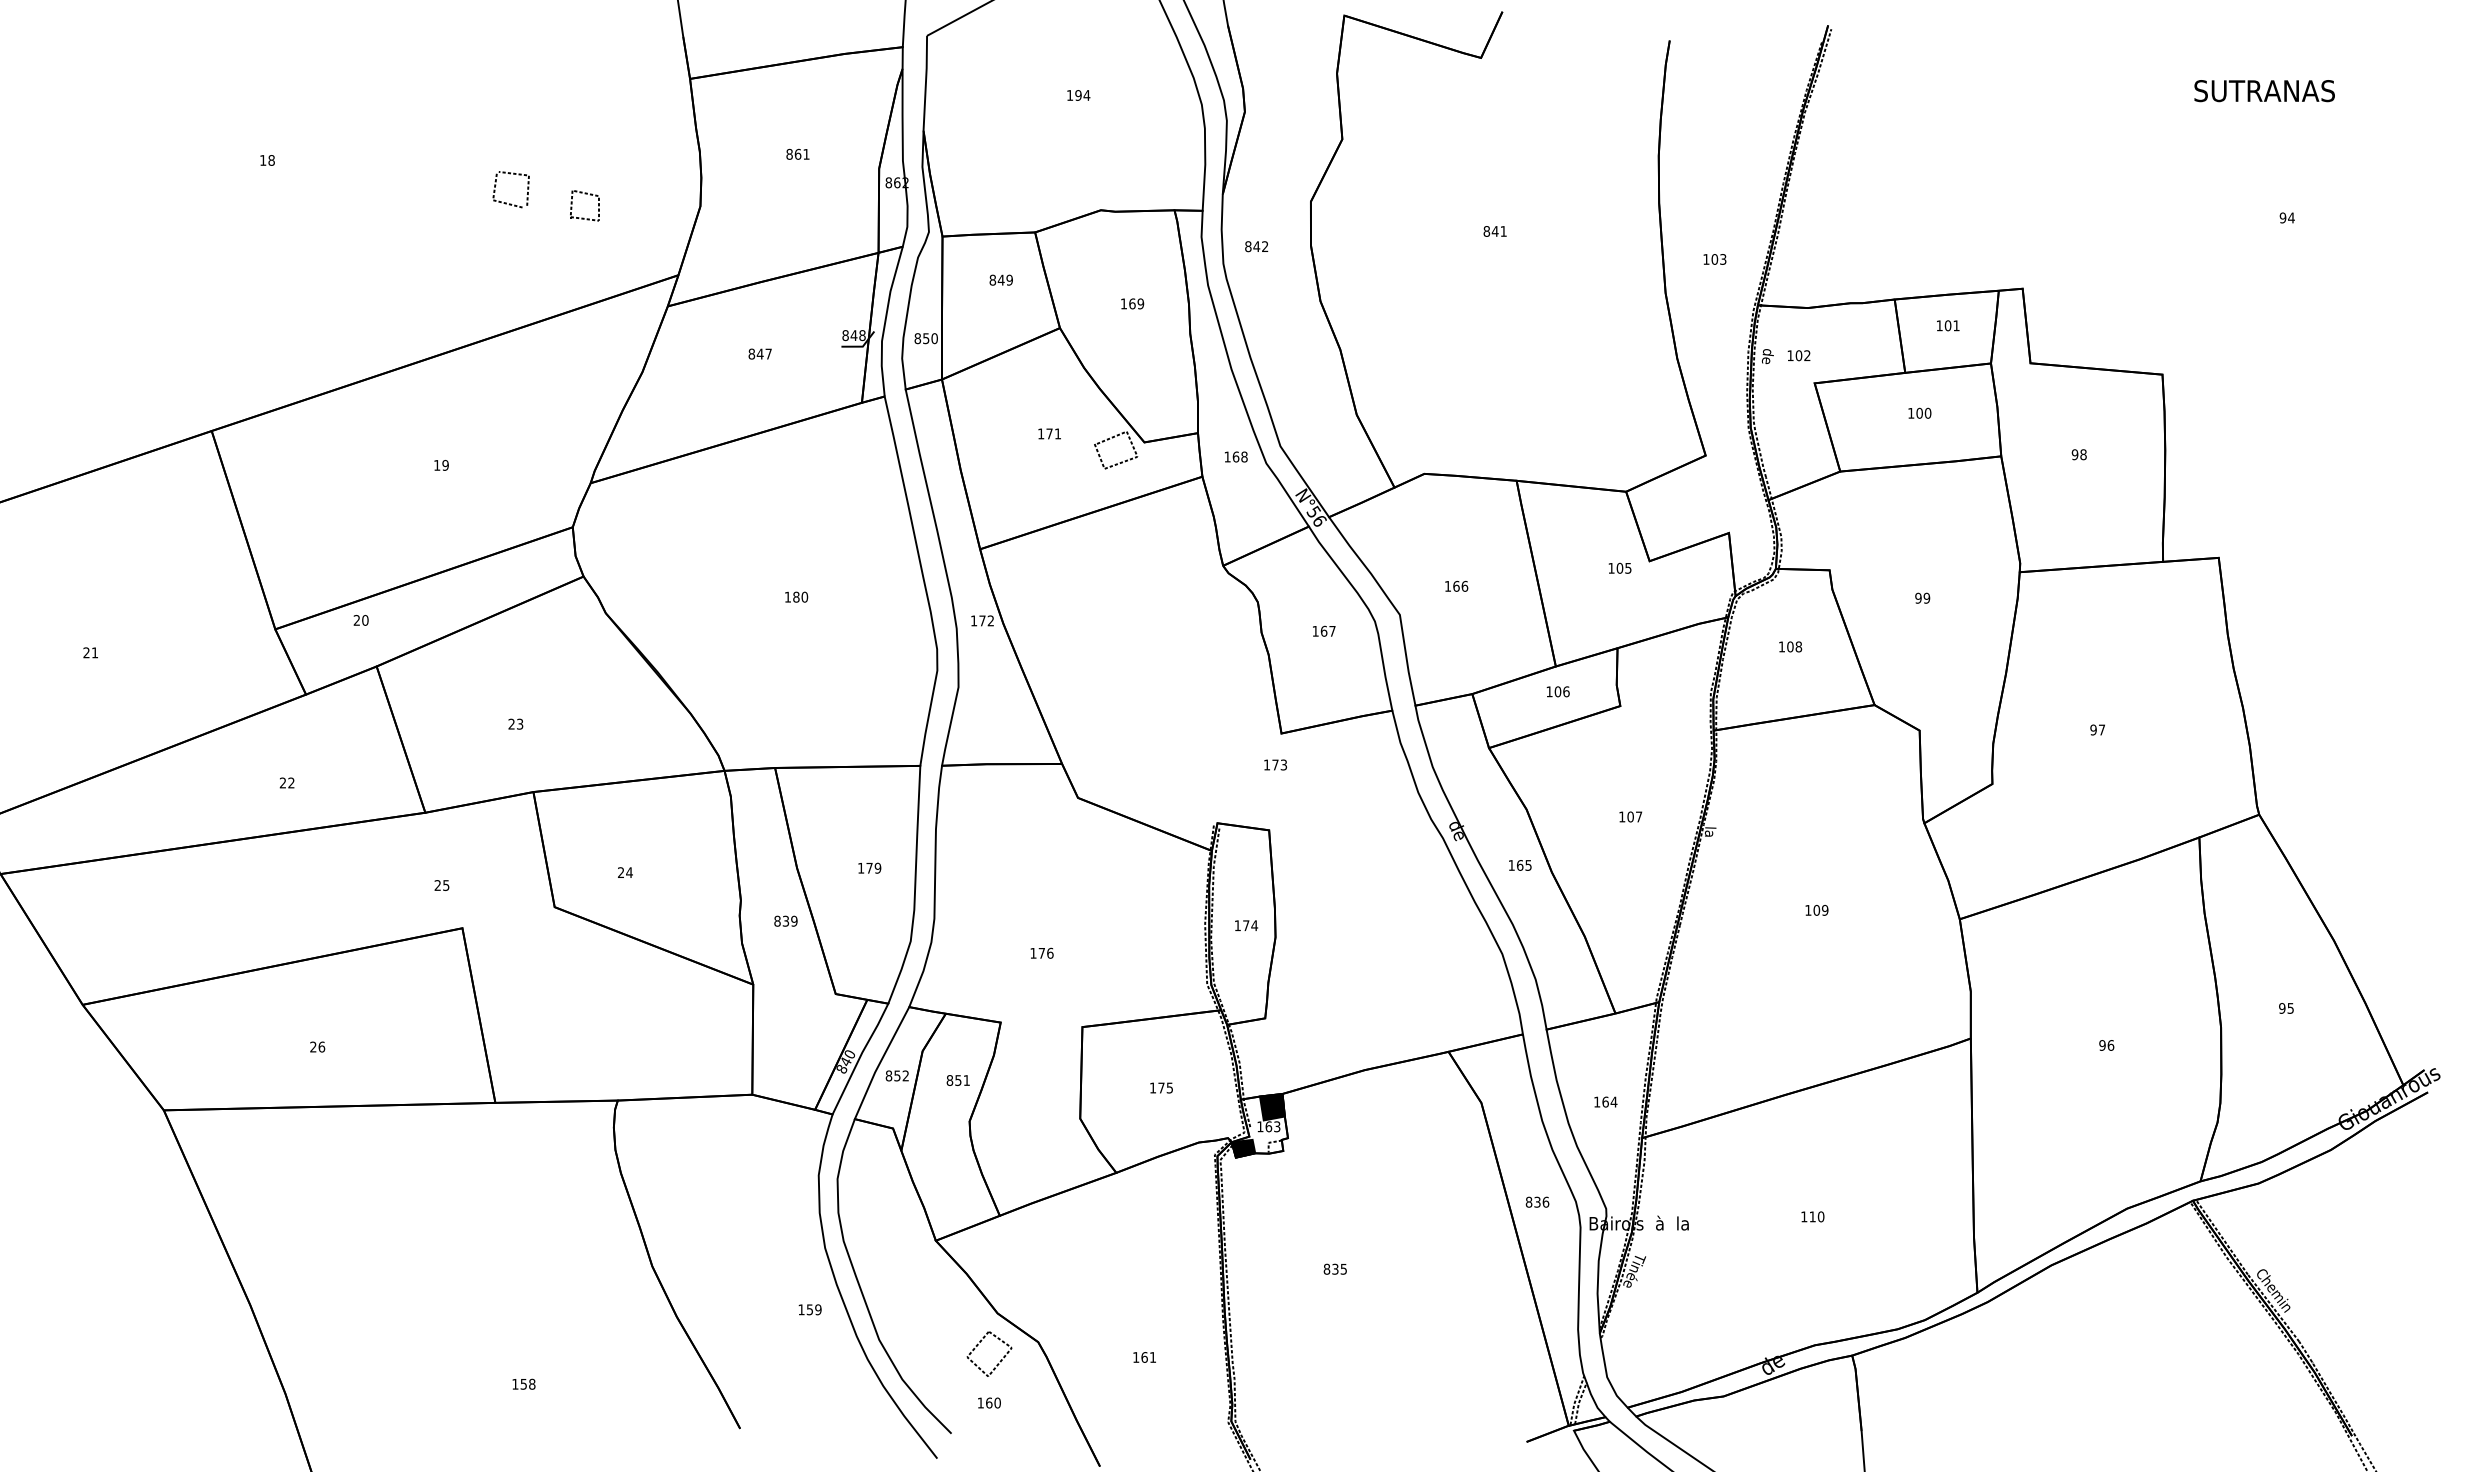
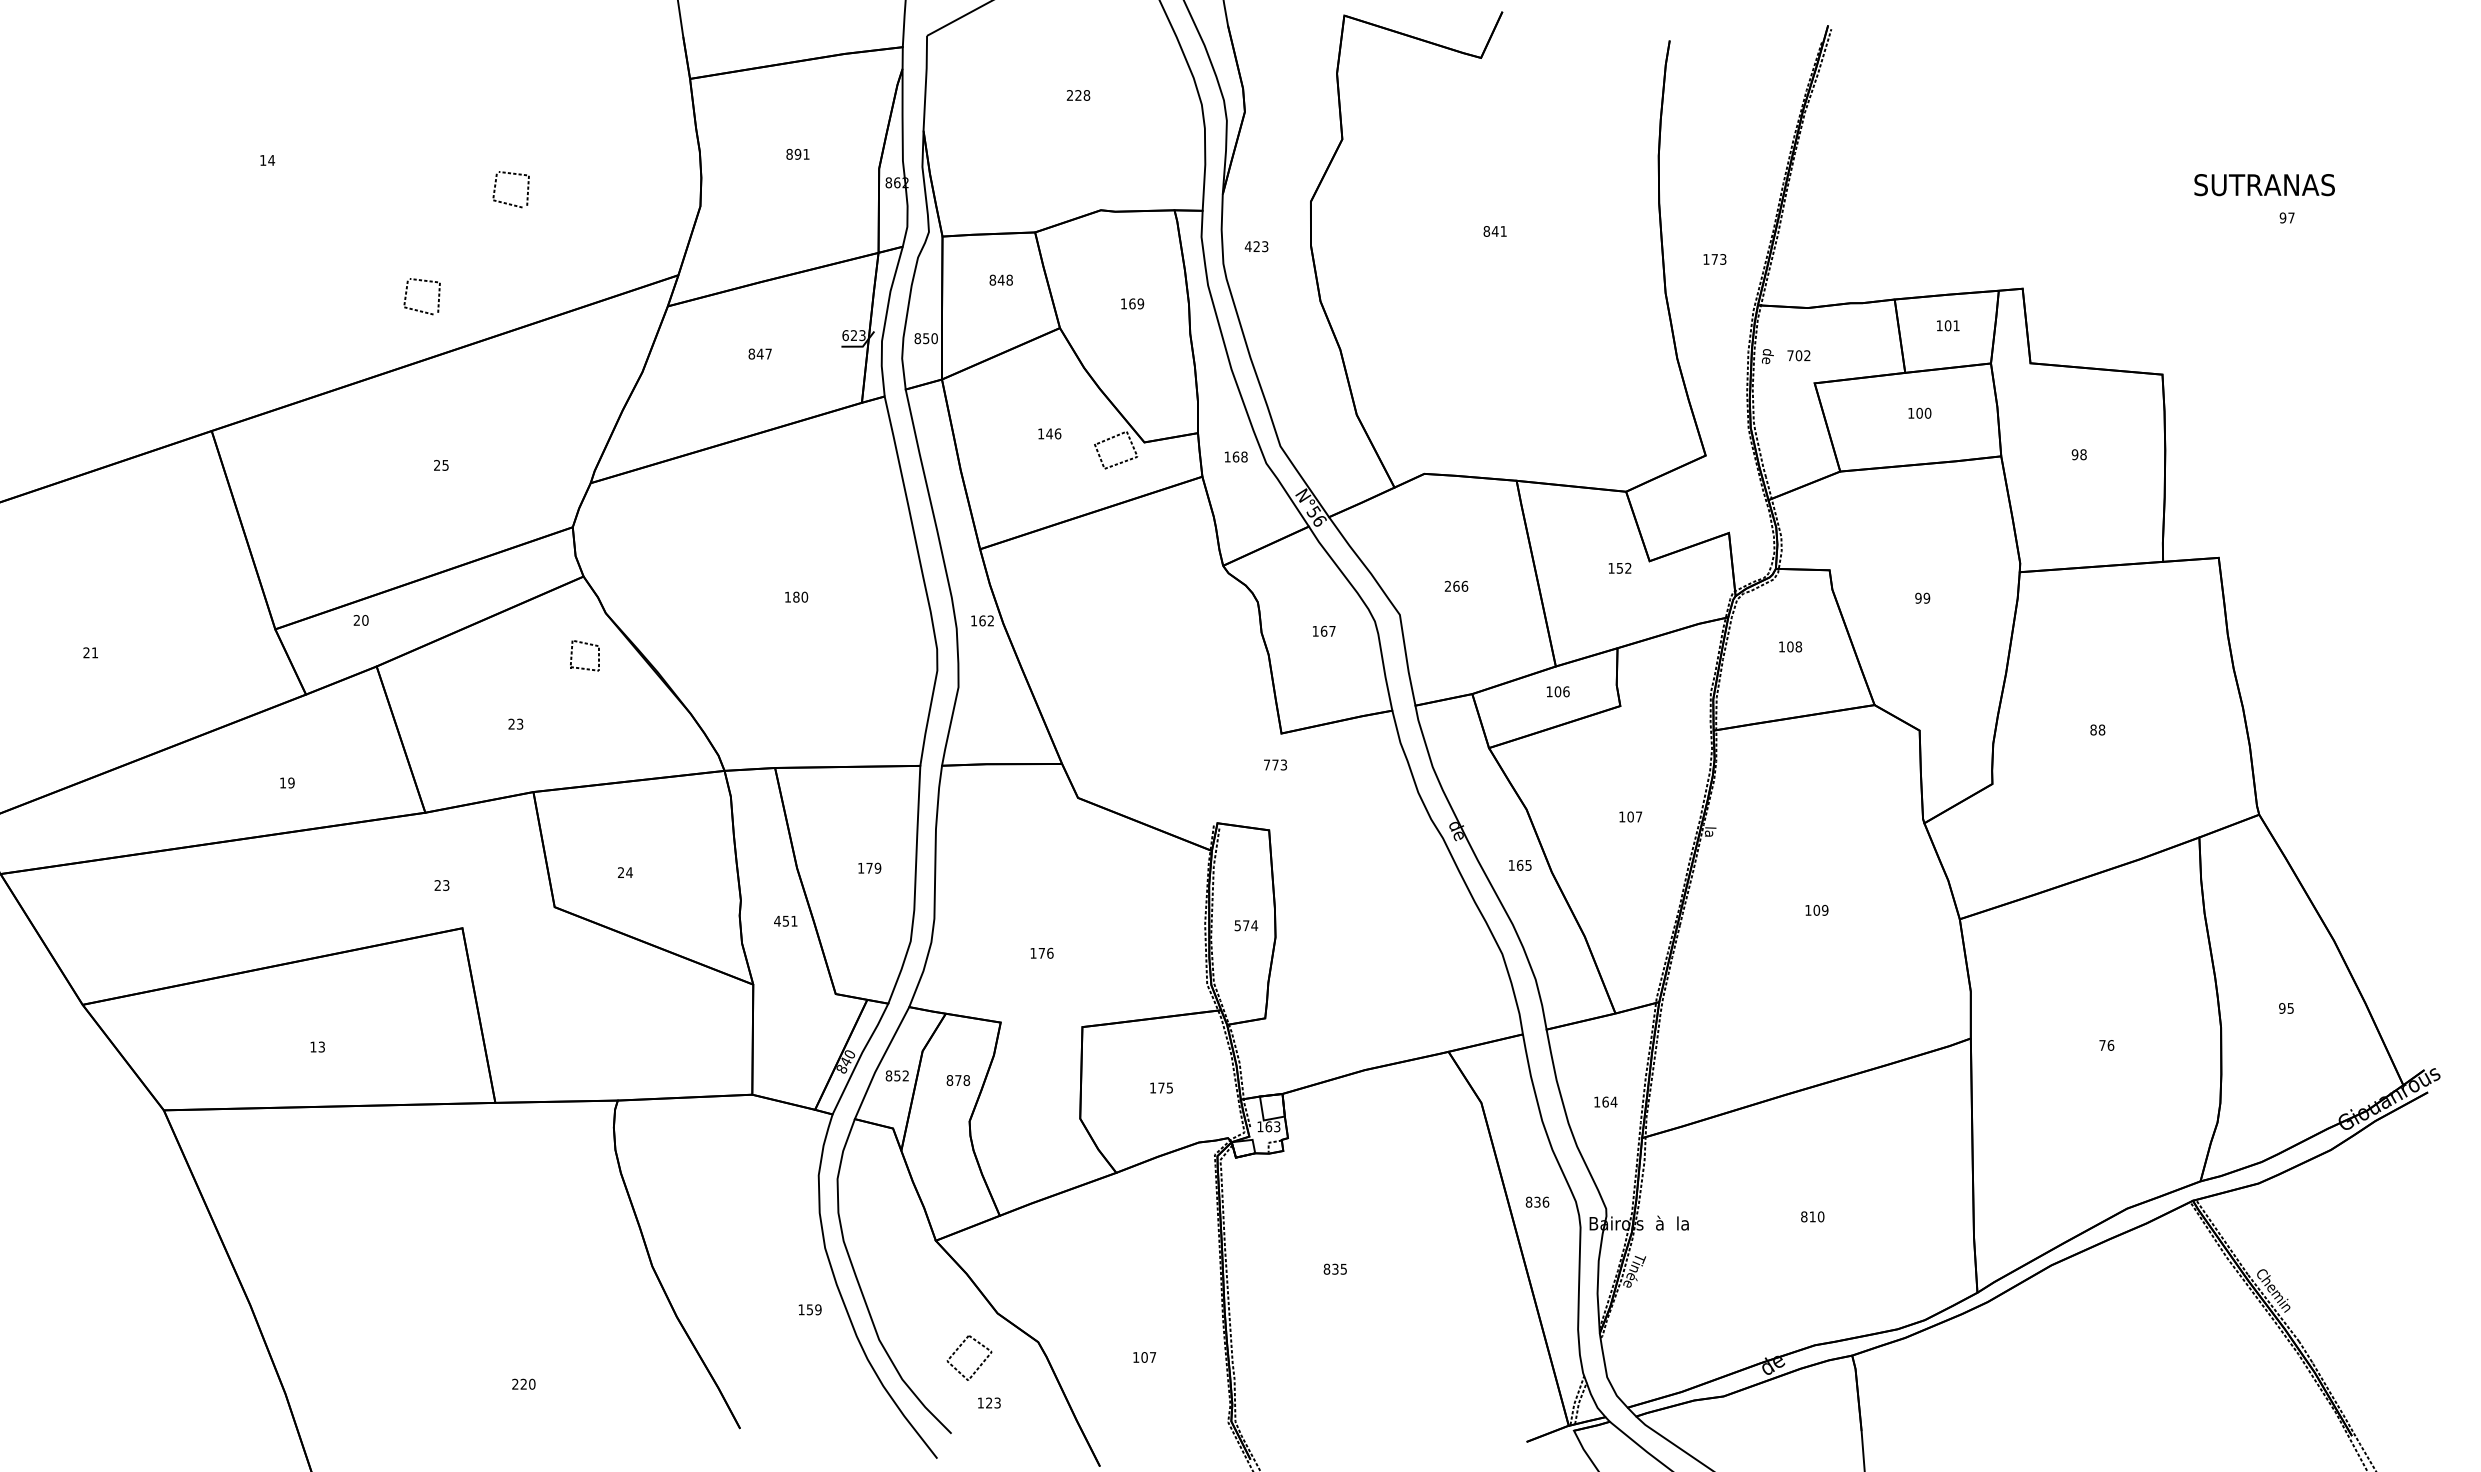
text at (2264, 91) position: (2264, 91) -> (2264, 185)
text at (1078, 95): 194 -> 228
text at (797, 153): 861 -> 891
text at (271, 160): 18 -> 14
part at (585, 194) position: (585, 194) -> (585, 644)
text at (2291, 217): 94 -> 97
text at (1256, 246): 842 -> 423
text at (1714, 259): 103 -> 173
text at (1009, 280): 849 -> 848
part at (417, 309): none -> present
text at (853, 335): 848 -> 623
text at (1790, 355): 102 -> 702
text at (1053, 433): 171 -> 146
text at (441, 464): 19 -> 25
text at (1623, 567): 105 -> 152
text at (1447, 585): 166 -> 266
text at (982, 620): 172 -> 162
text at (2097, 729): 97 -> 88
text at (1267, 764): 173 -> 773
text at (286, 782): 22 -> 19
text at (446, 884): 25 -> 23
text at (785, 920): 839 -> 451
text at (1237, 925): 174 -> 574
text at (2102, 1045): 96 -> 76
text at (317, 1046): 26 -> 13
text at (962, 1080): 851 -> 878
fill at (1271, 1106): present -> none
fill at (1243, 1148): present -> none
text at (1804, 1216): 110 -> 810
text at (1148, 1357): 161 -> 107
line at (999, 1361) position: (999, 1361) -> (979, 1365)
text at (523, 1383): 158 -> 220
text at (993, 1402): 160 -> 123
